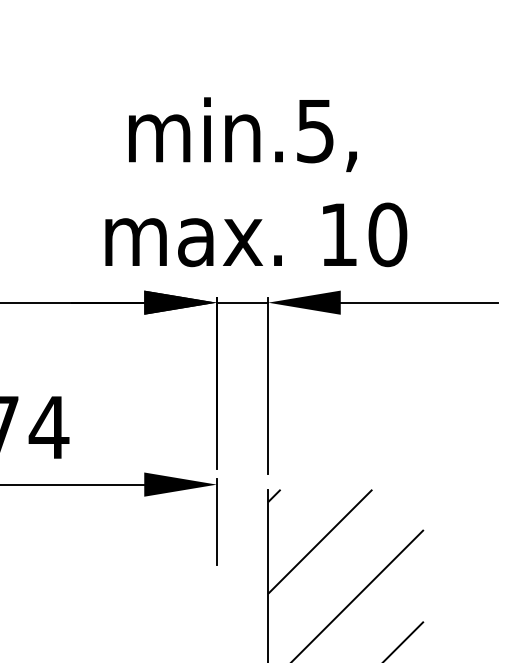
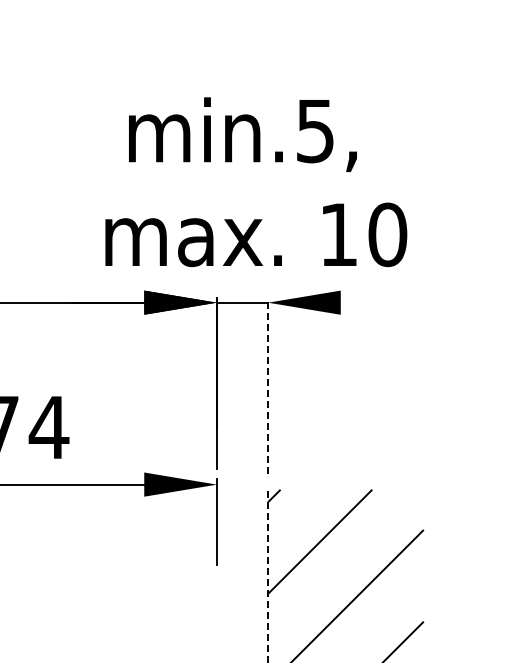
line at (418, 302): present -> none
line at (268, 385): solid -> dashed
line at (268, 575): solid -> dashed
